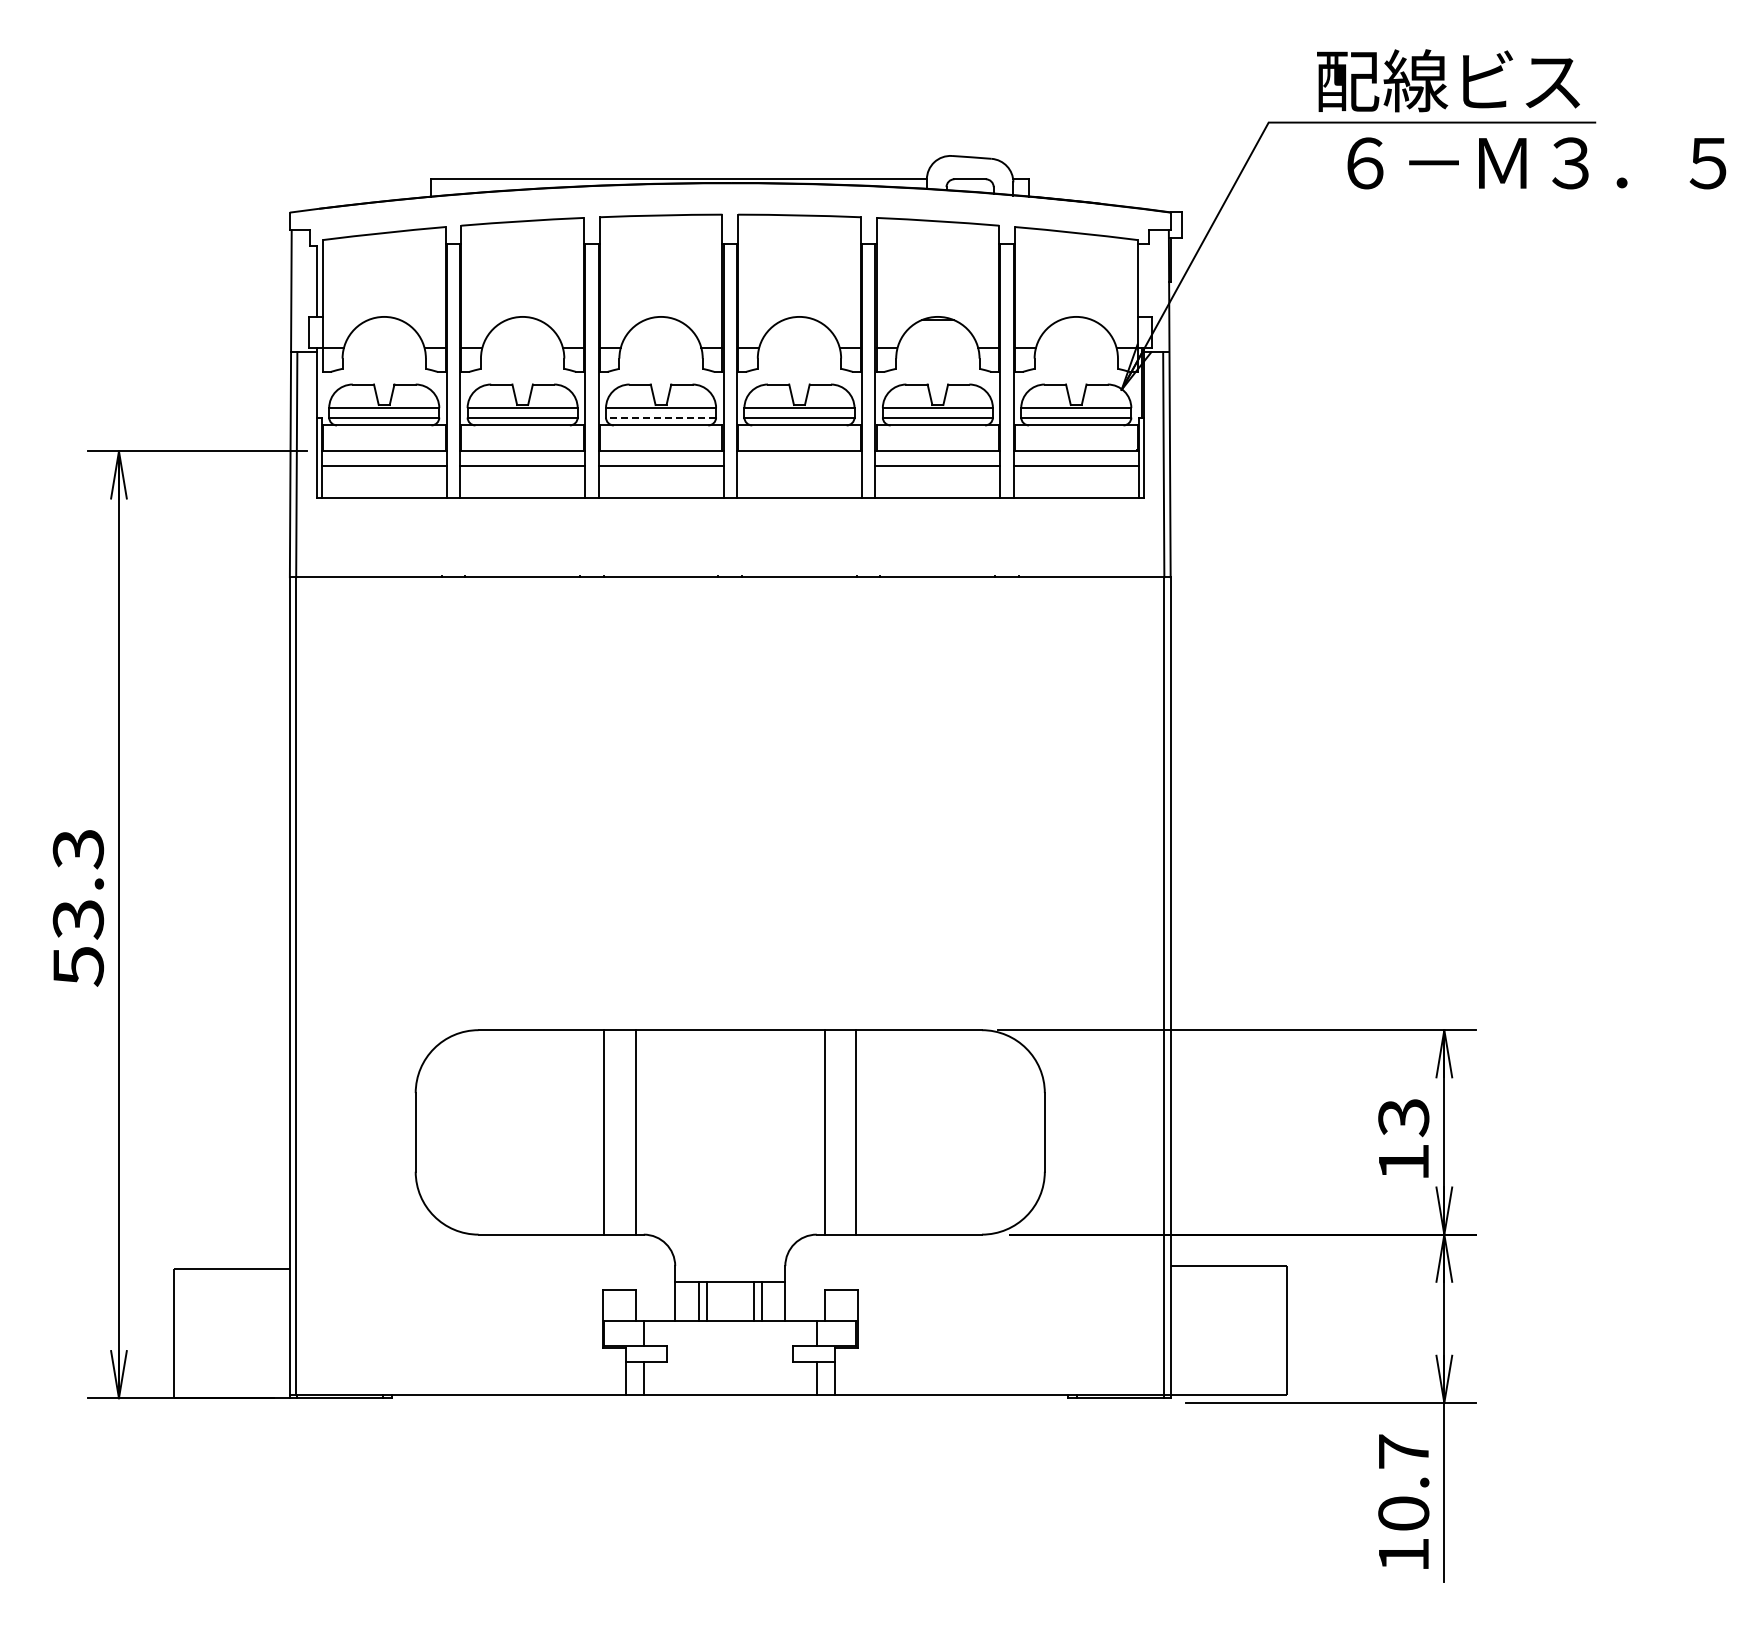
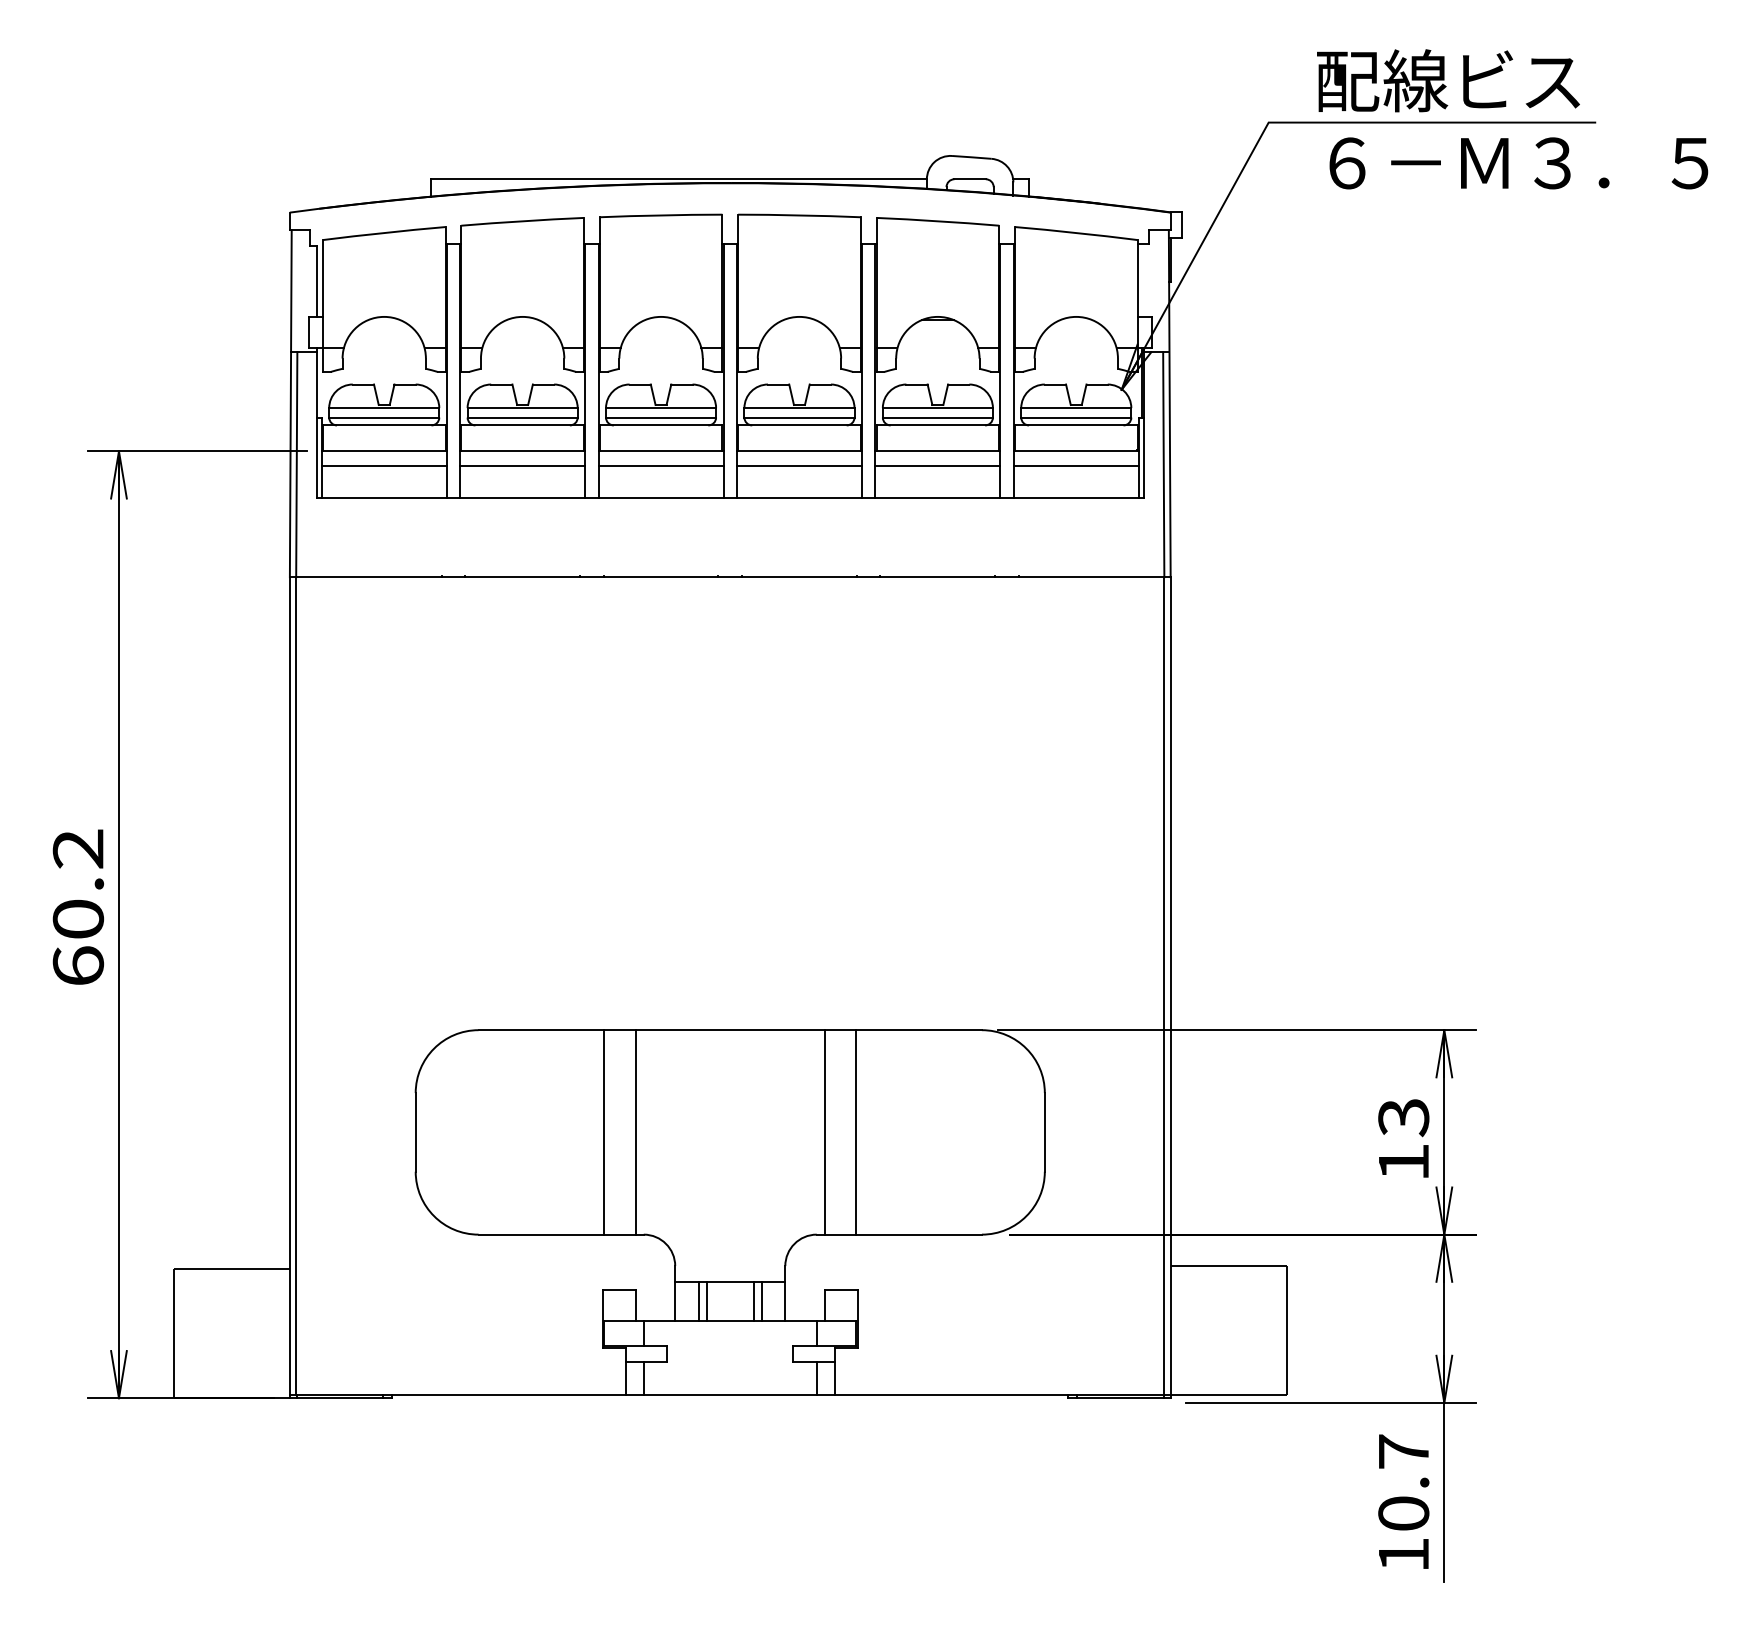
text at (1536, 163) position: (1536, 163) -> (1518, 163)
line at (660, 417): dashed -> solid
line at (798, 466): none -> present
text at (78, 907): 53.3 -> 60.2
